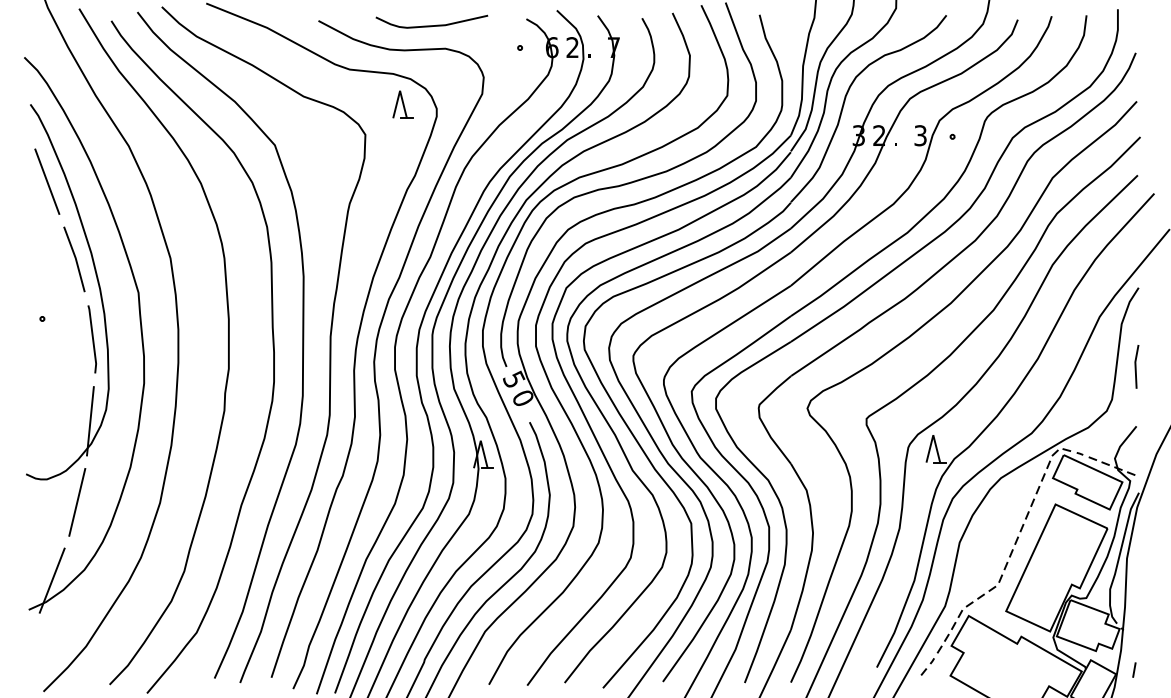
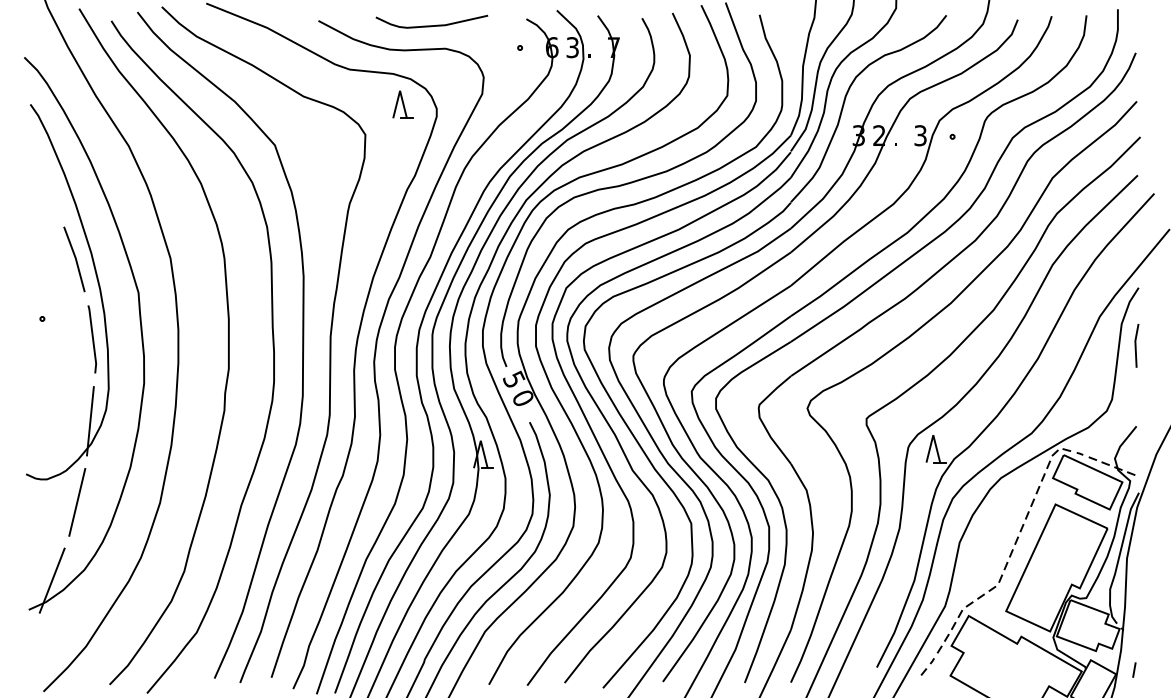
text at (572, 47): 2 -> 3
line at (47, 181): present -> none
line at (1136, 366) position: (1136, 366) -> (1136, 345)
